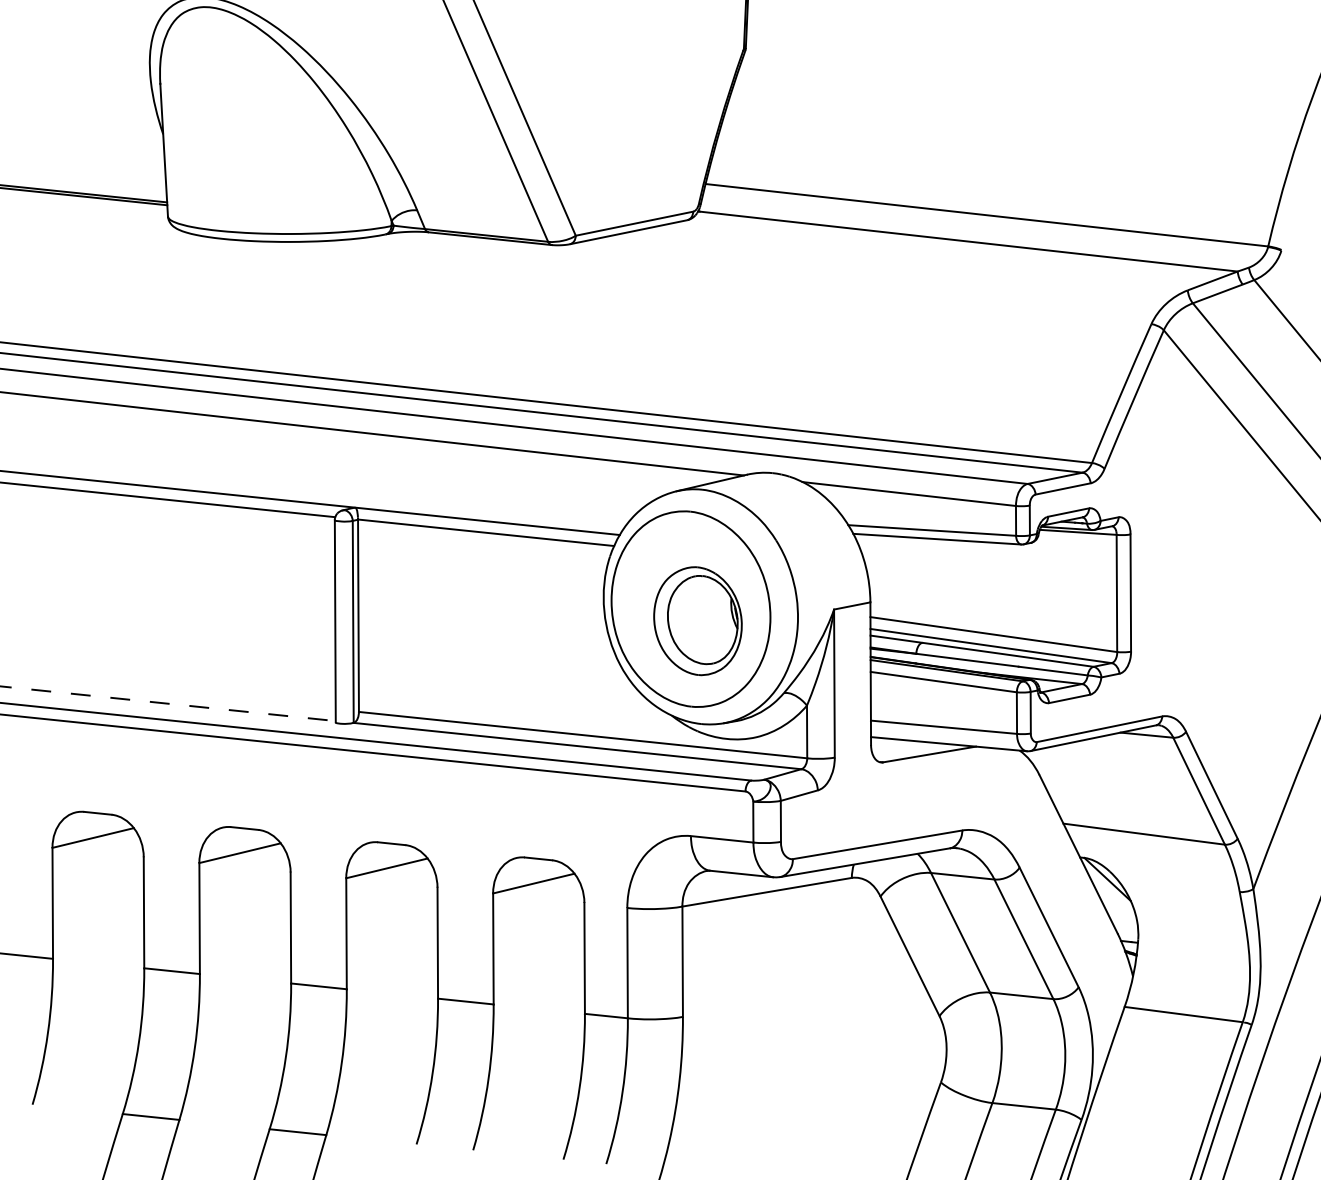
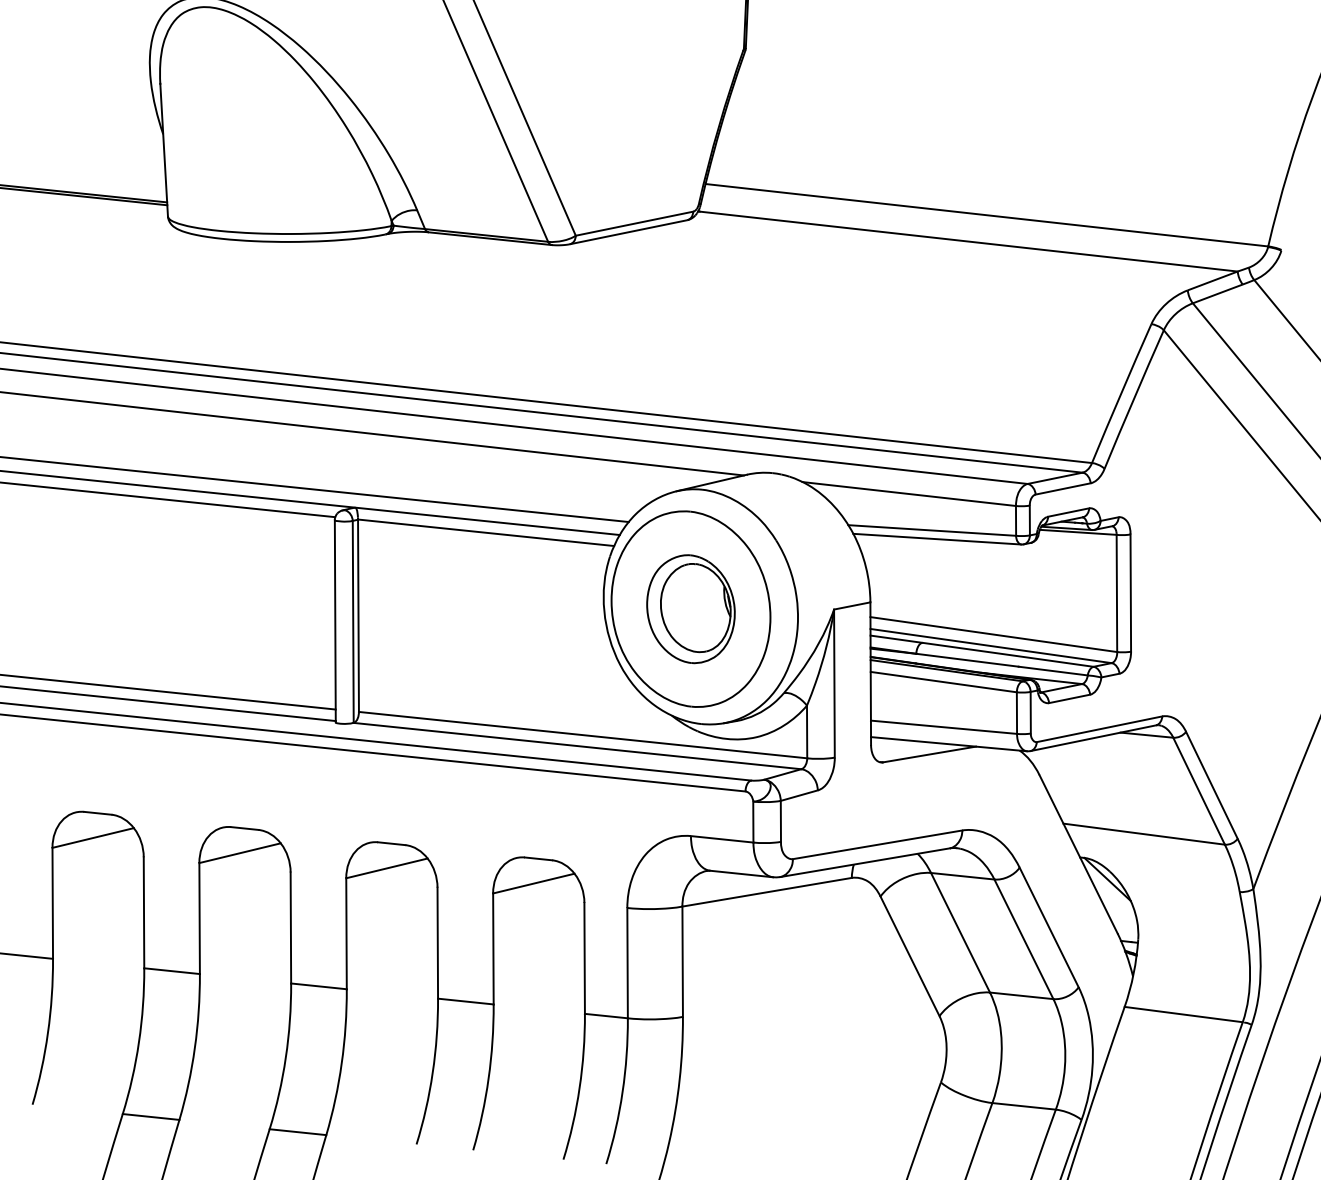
line at (315, 489): none -> present
part at (697, 621) position: (697, 621) -> (690, 609)
line at (168, 692): none -> present
line at (168, 703): dashed -> solid
